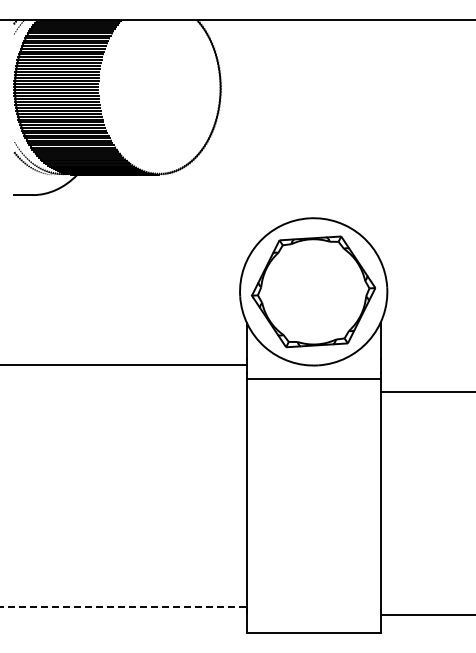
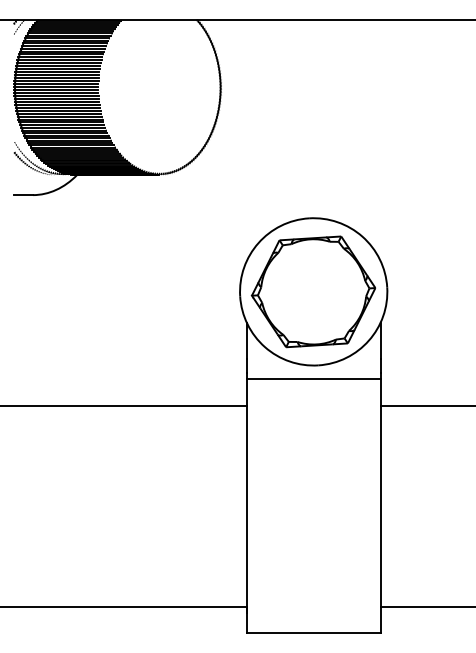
line at (124, 364) position: (124, 364) -> (124, 405)
line at (426, 391) position: (426, 391) -> (426, 405)
line at (124, 606): dashed -> solid
line at (426, 614) position: (426, 614) -> (426, 606)
